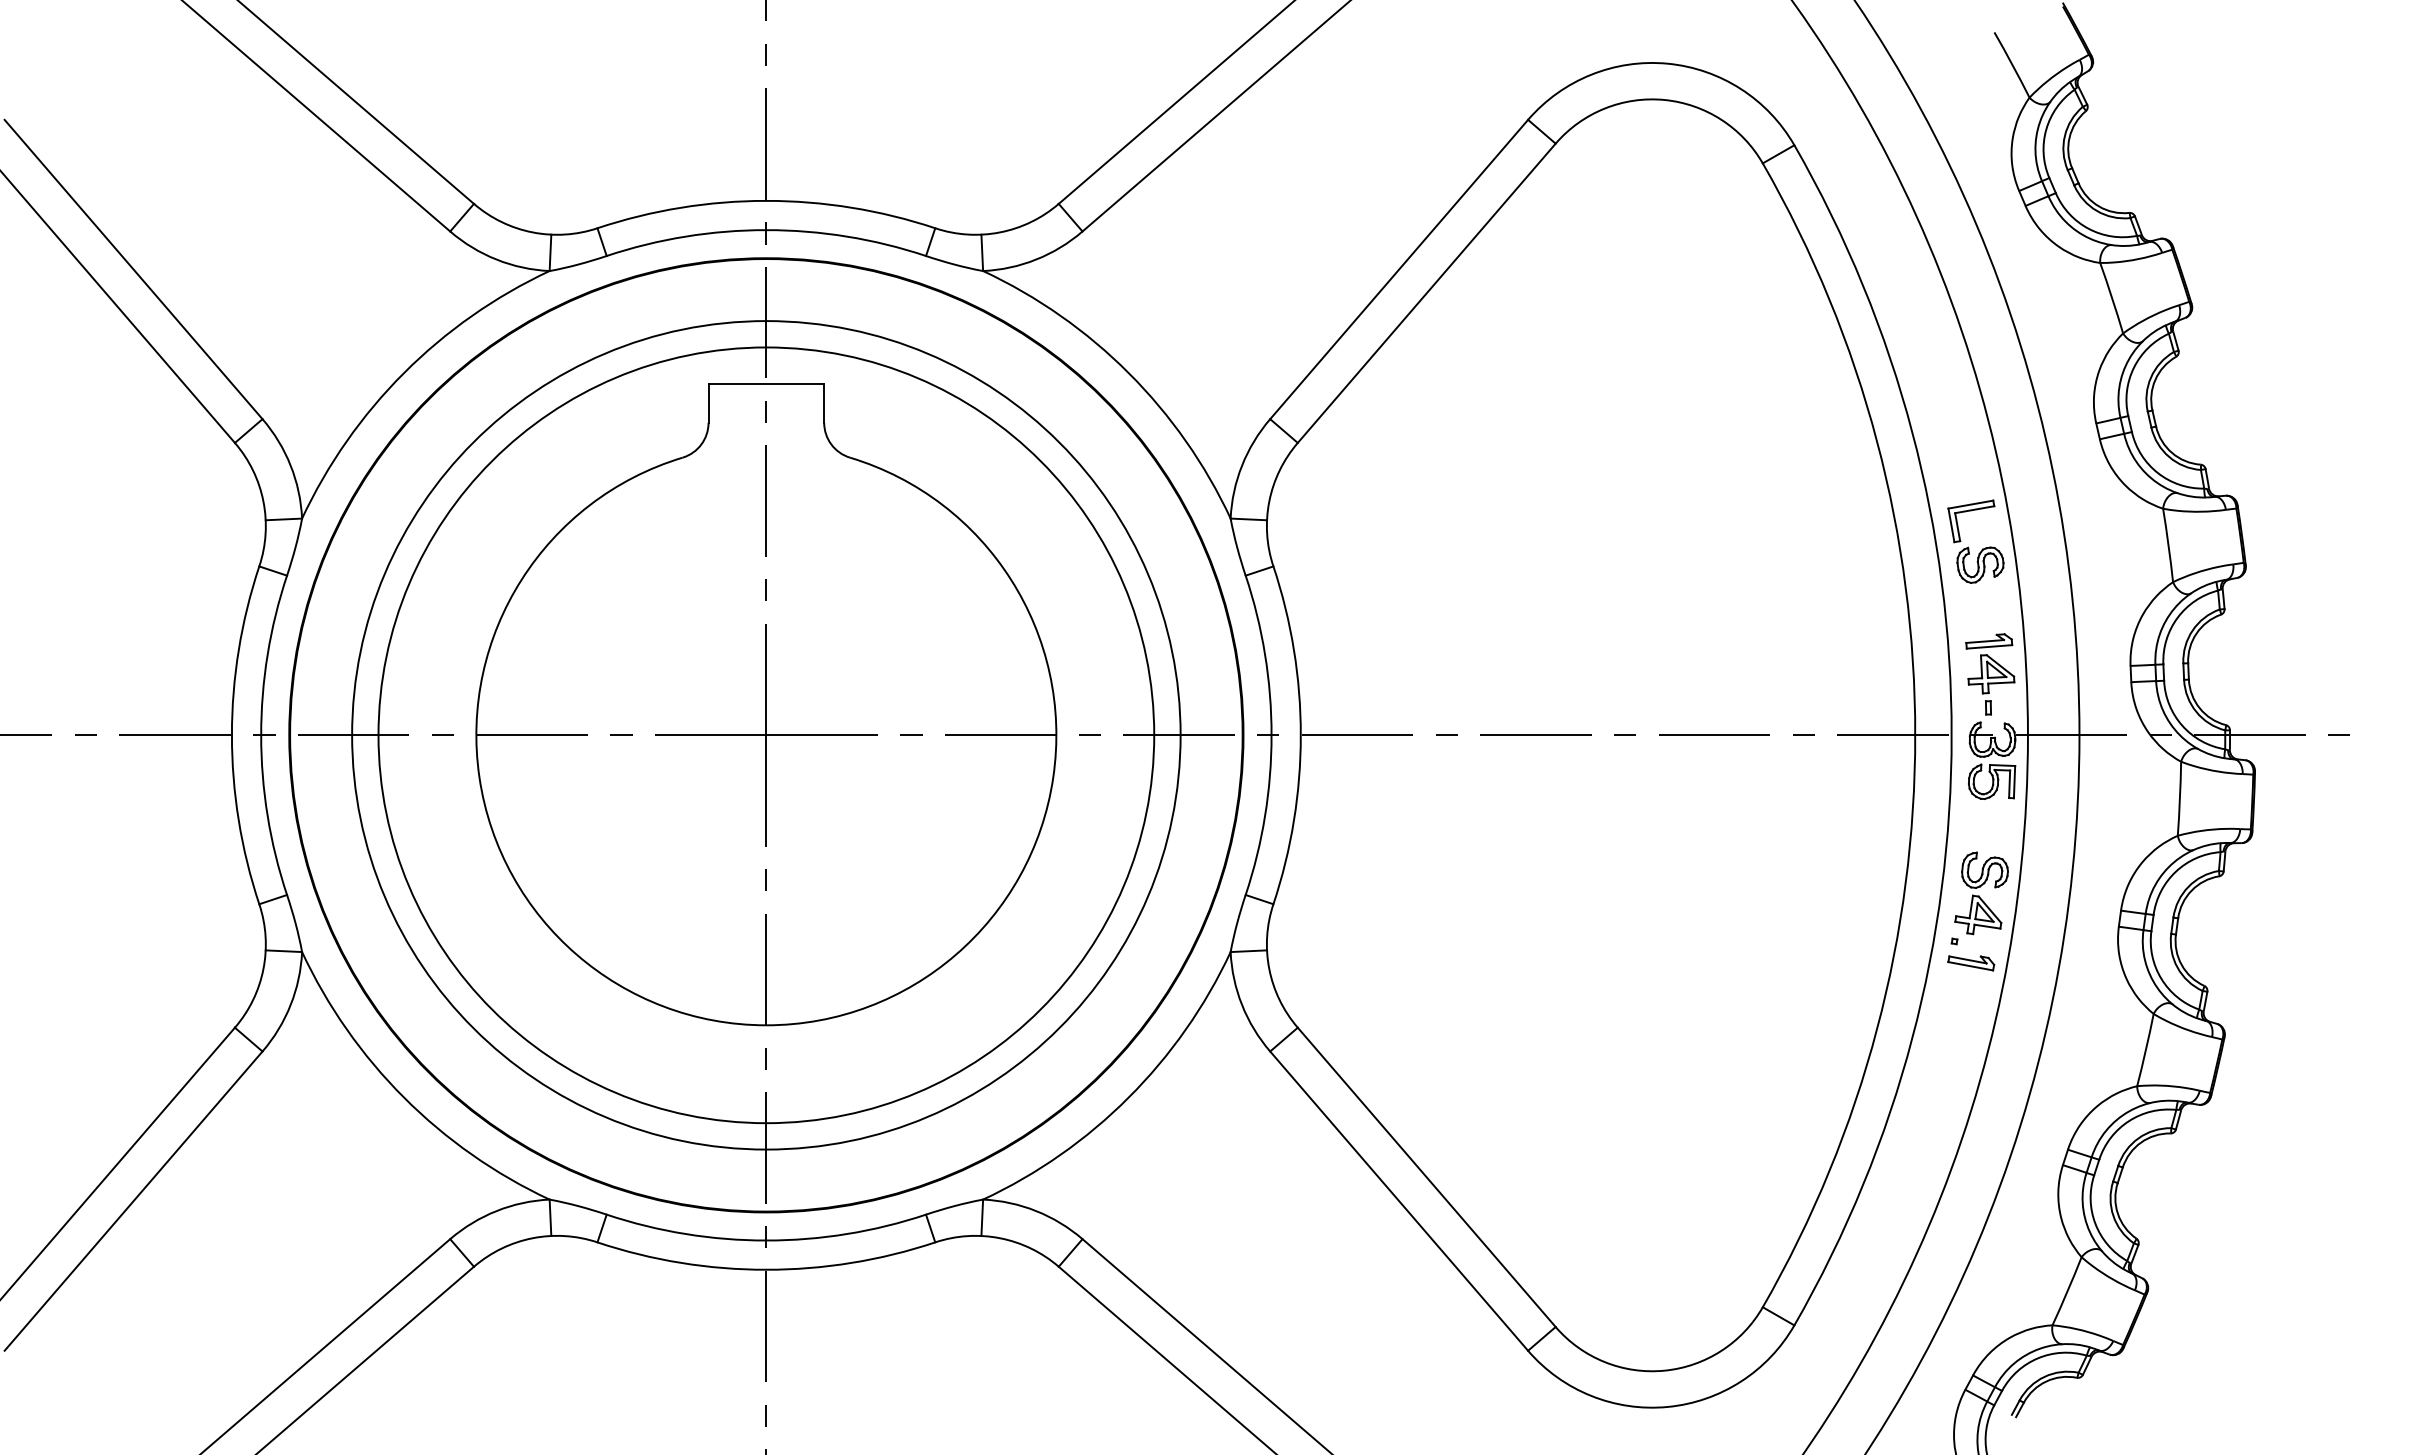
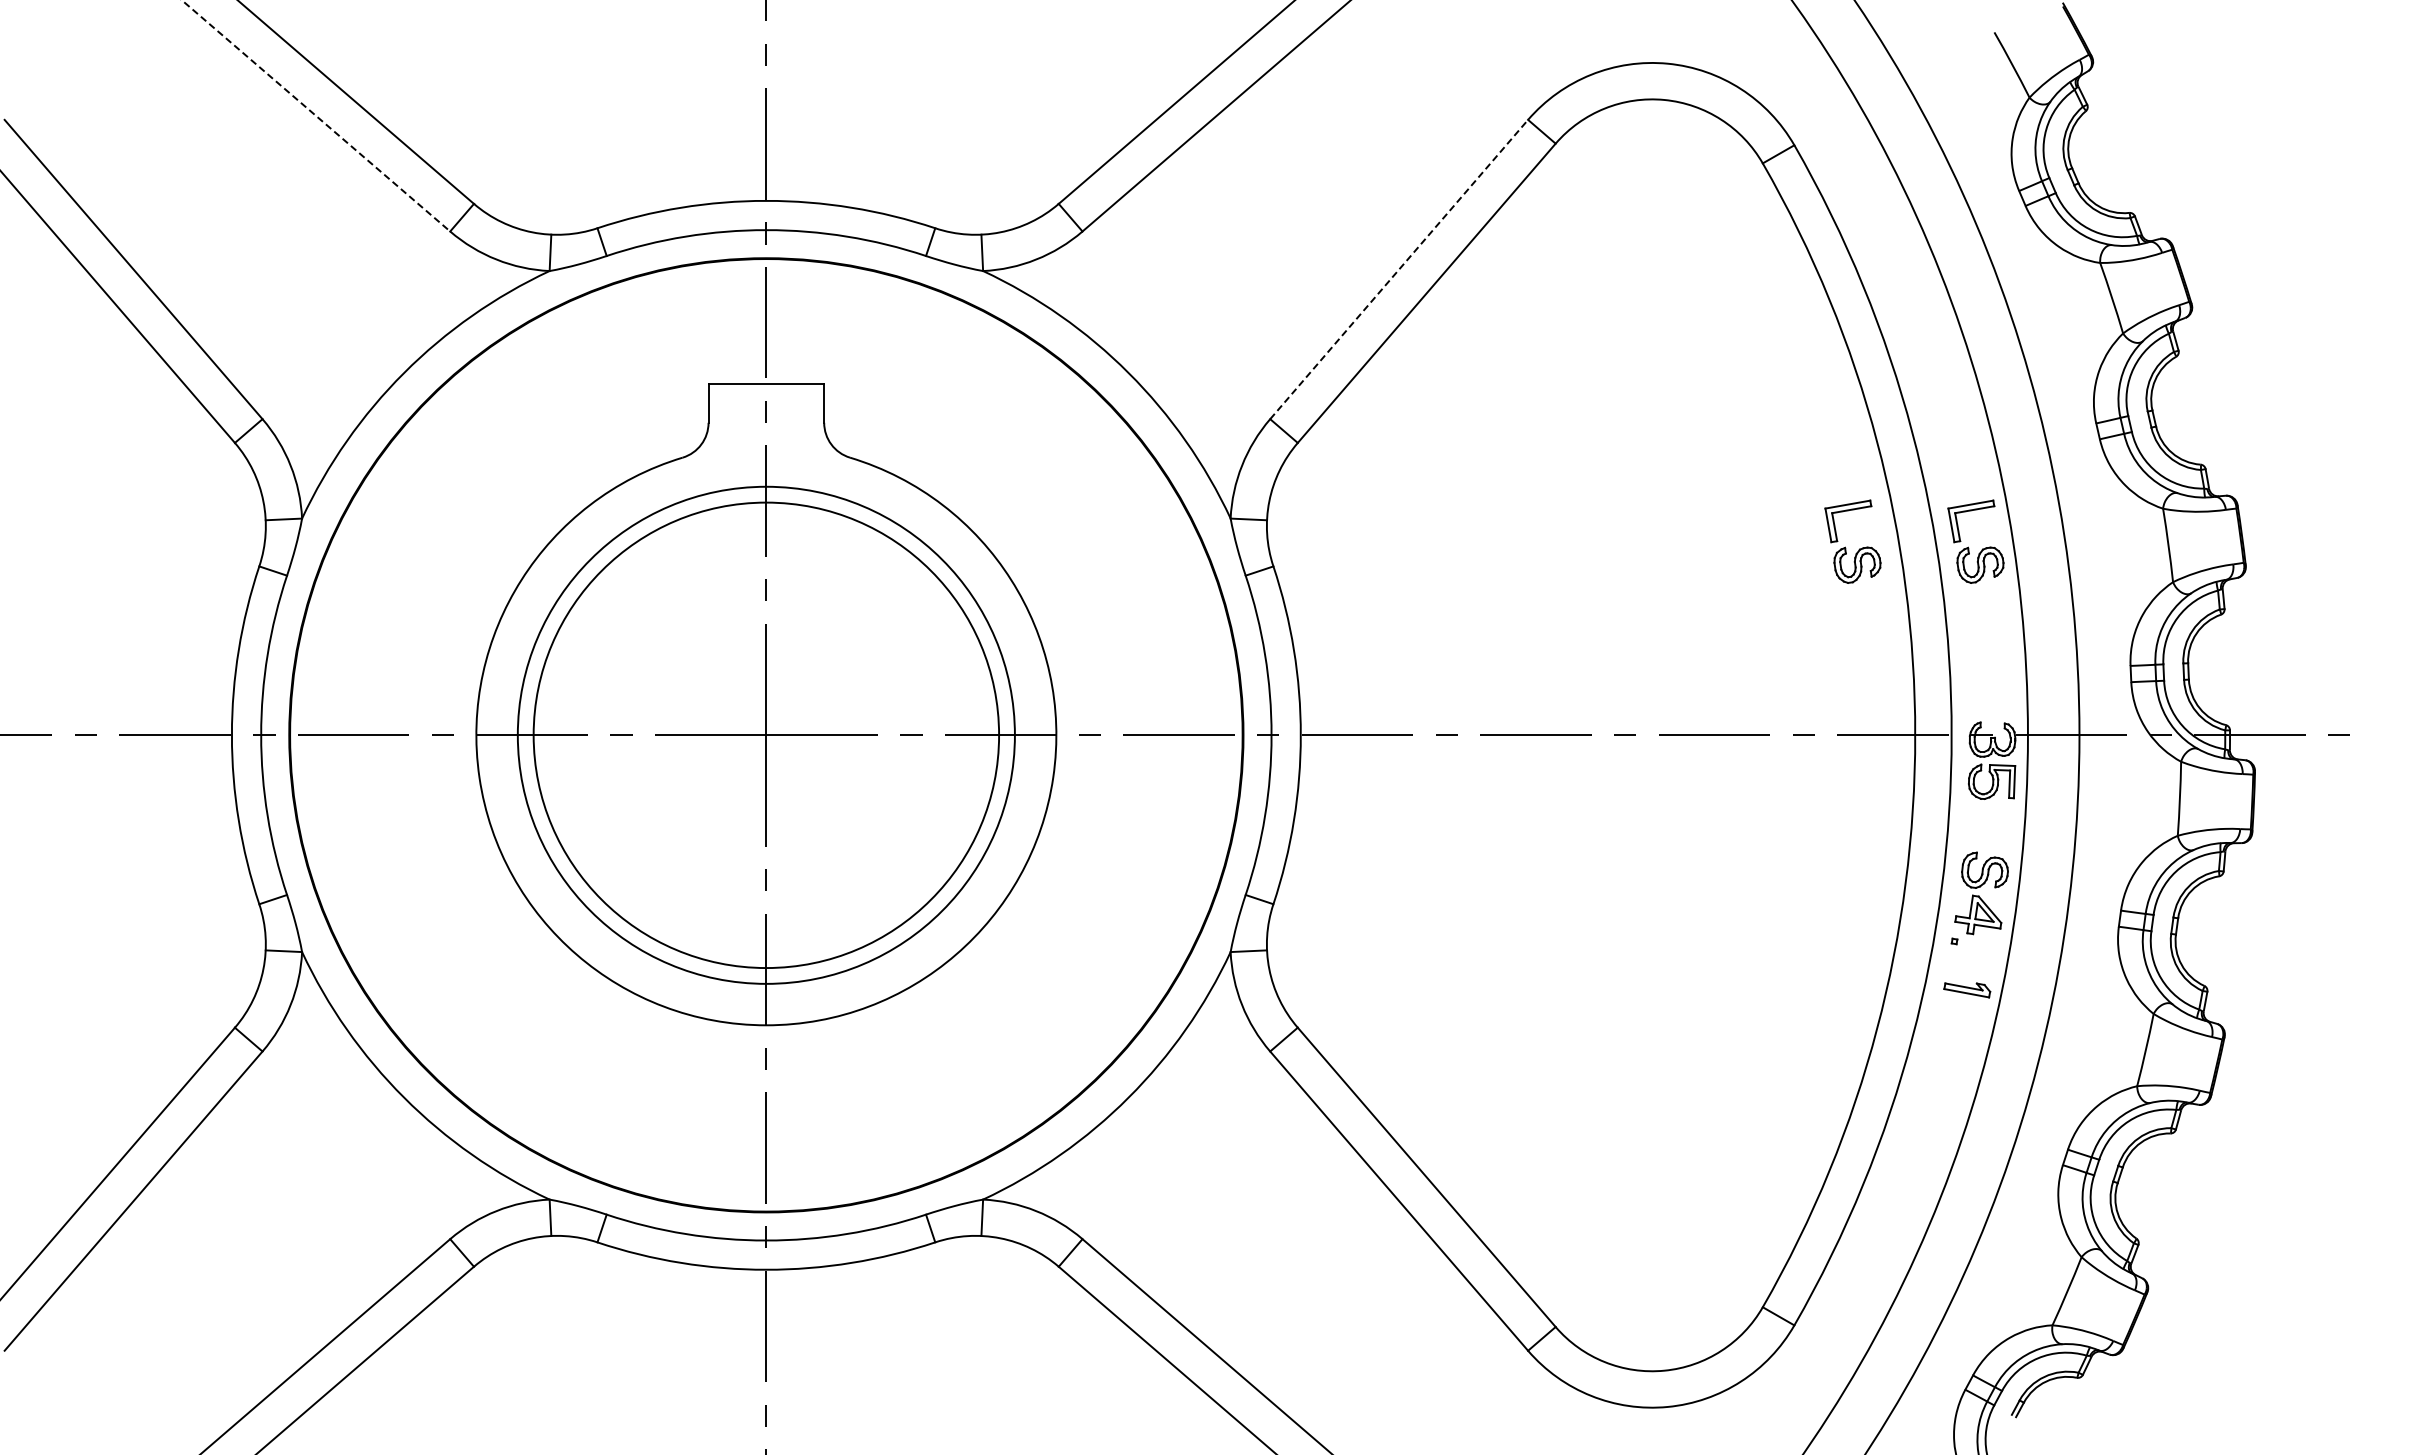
line at (316, 116): solid -> dashed
line at (1399, 269): solid -> dashed
part at (1845, 546): none -> present
part at (1990, 674): present -> none
circle at (766, 735) diameter: 776 px -> 465 px
circle at (766, 735) diameter: 828 px -> 497 px
part at (1971, 963) position: (1971, 963) -> (1967, 990)
